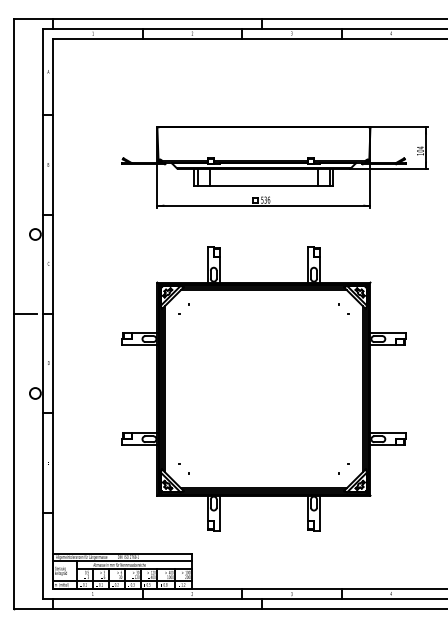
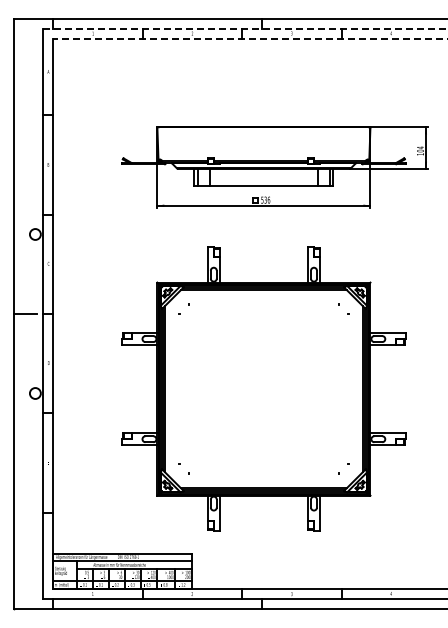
line at (246, 28): solid -> dashed
line at (250, 38): solid -> dashed
